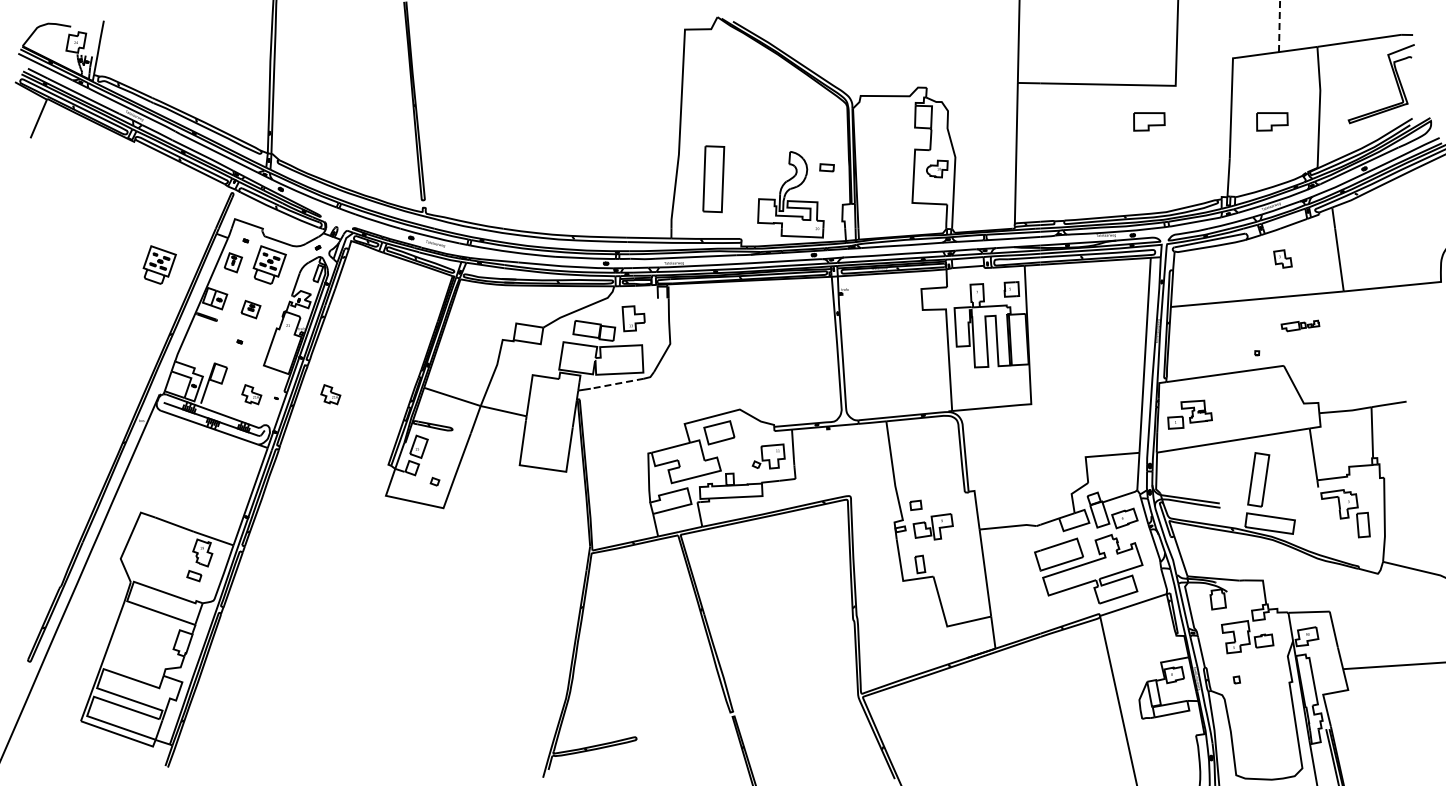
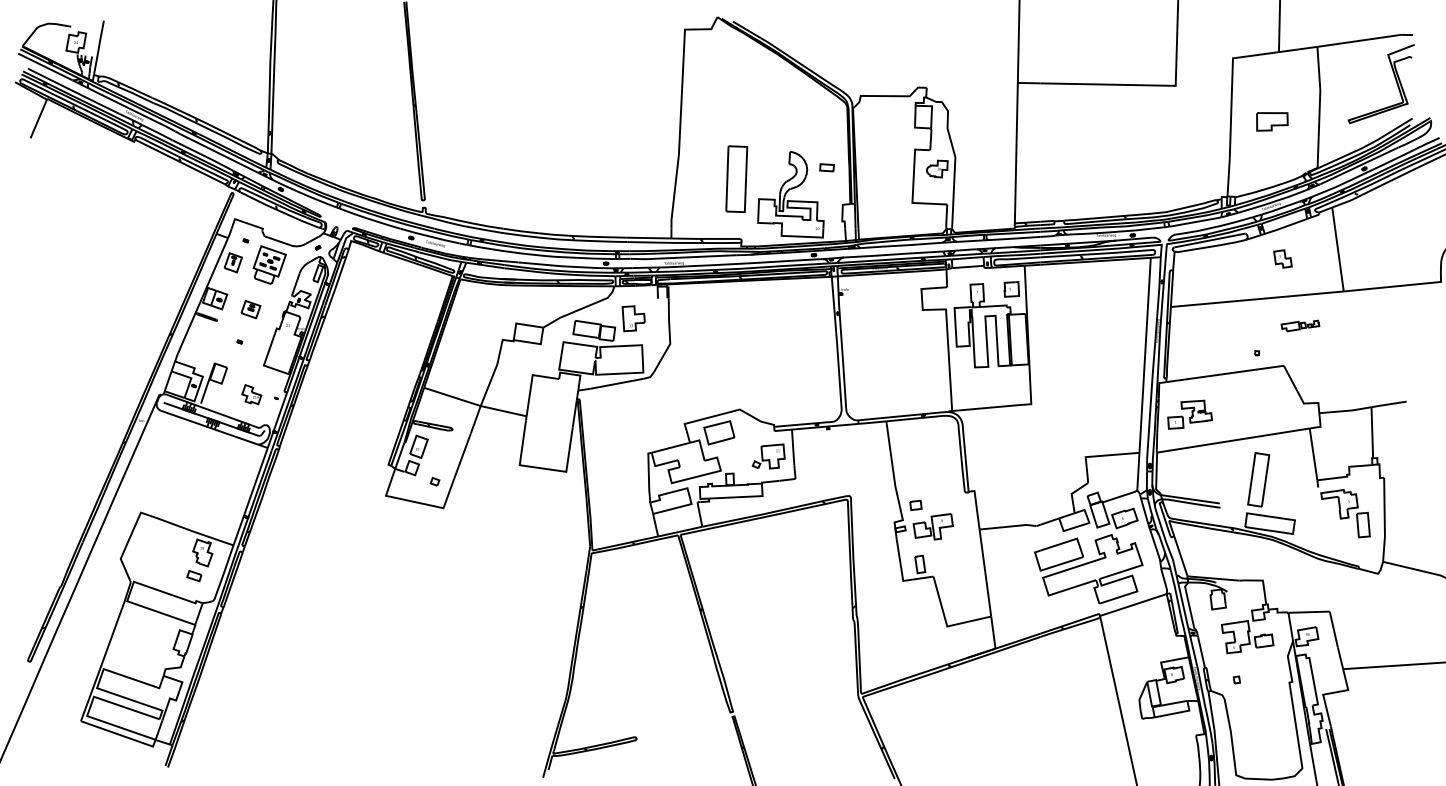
line at (1279, 26): dashed -> solid
part at (1149, 121): present -> none
part at (713, 179) position: (713, 179) -> (736, 179)
part at (159, 264): present -> none
line at (617, 383): dashed -> solid
part at (330, 394): present -> none
